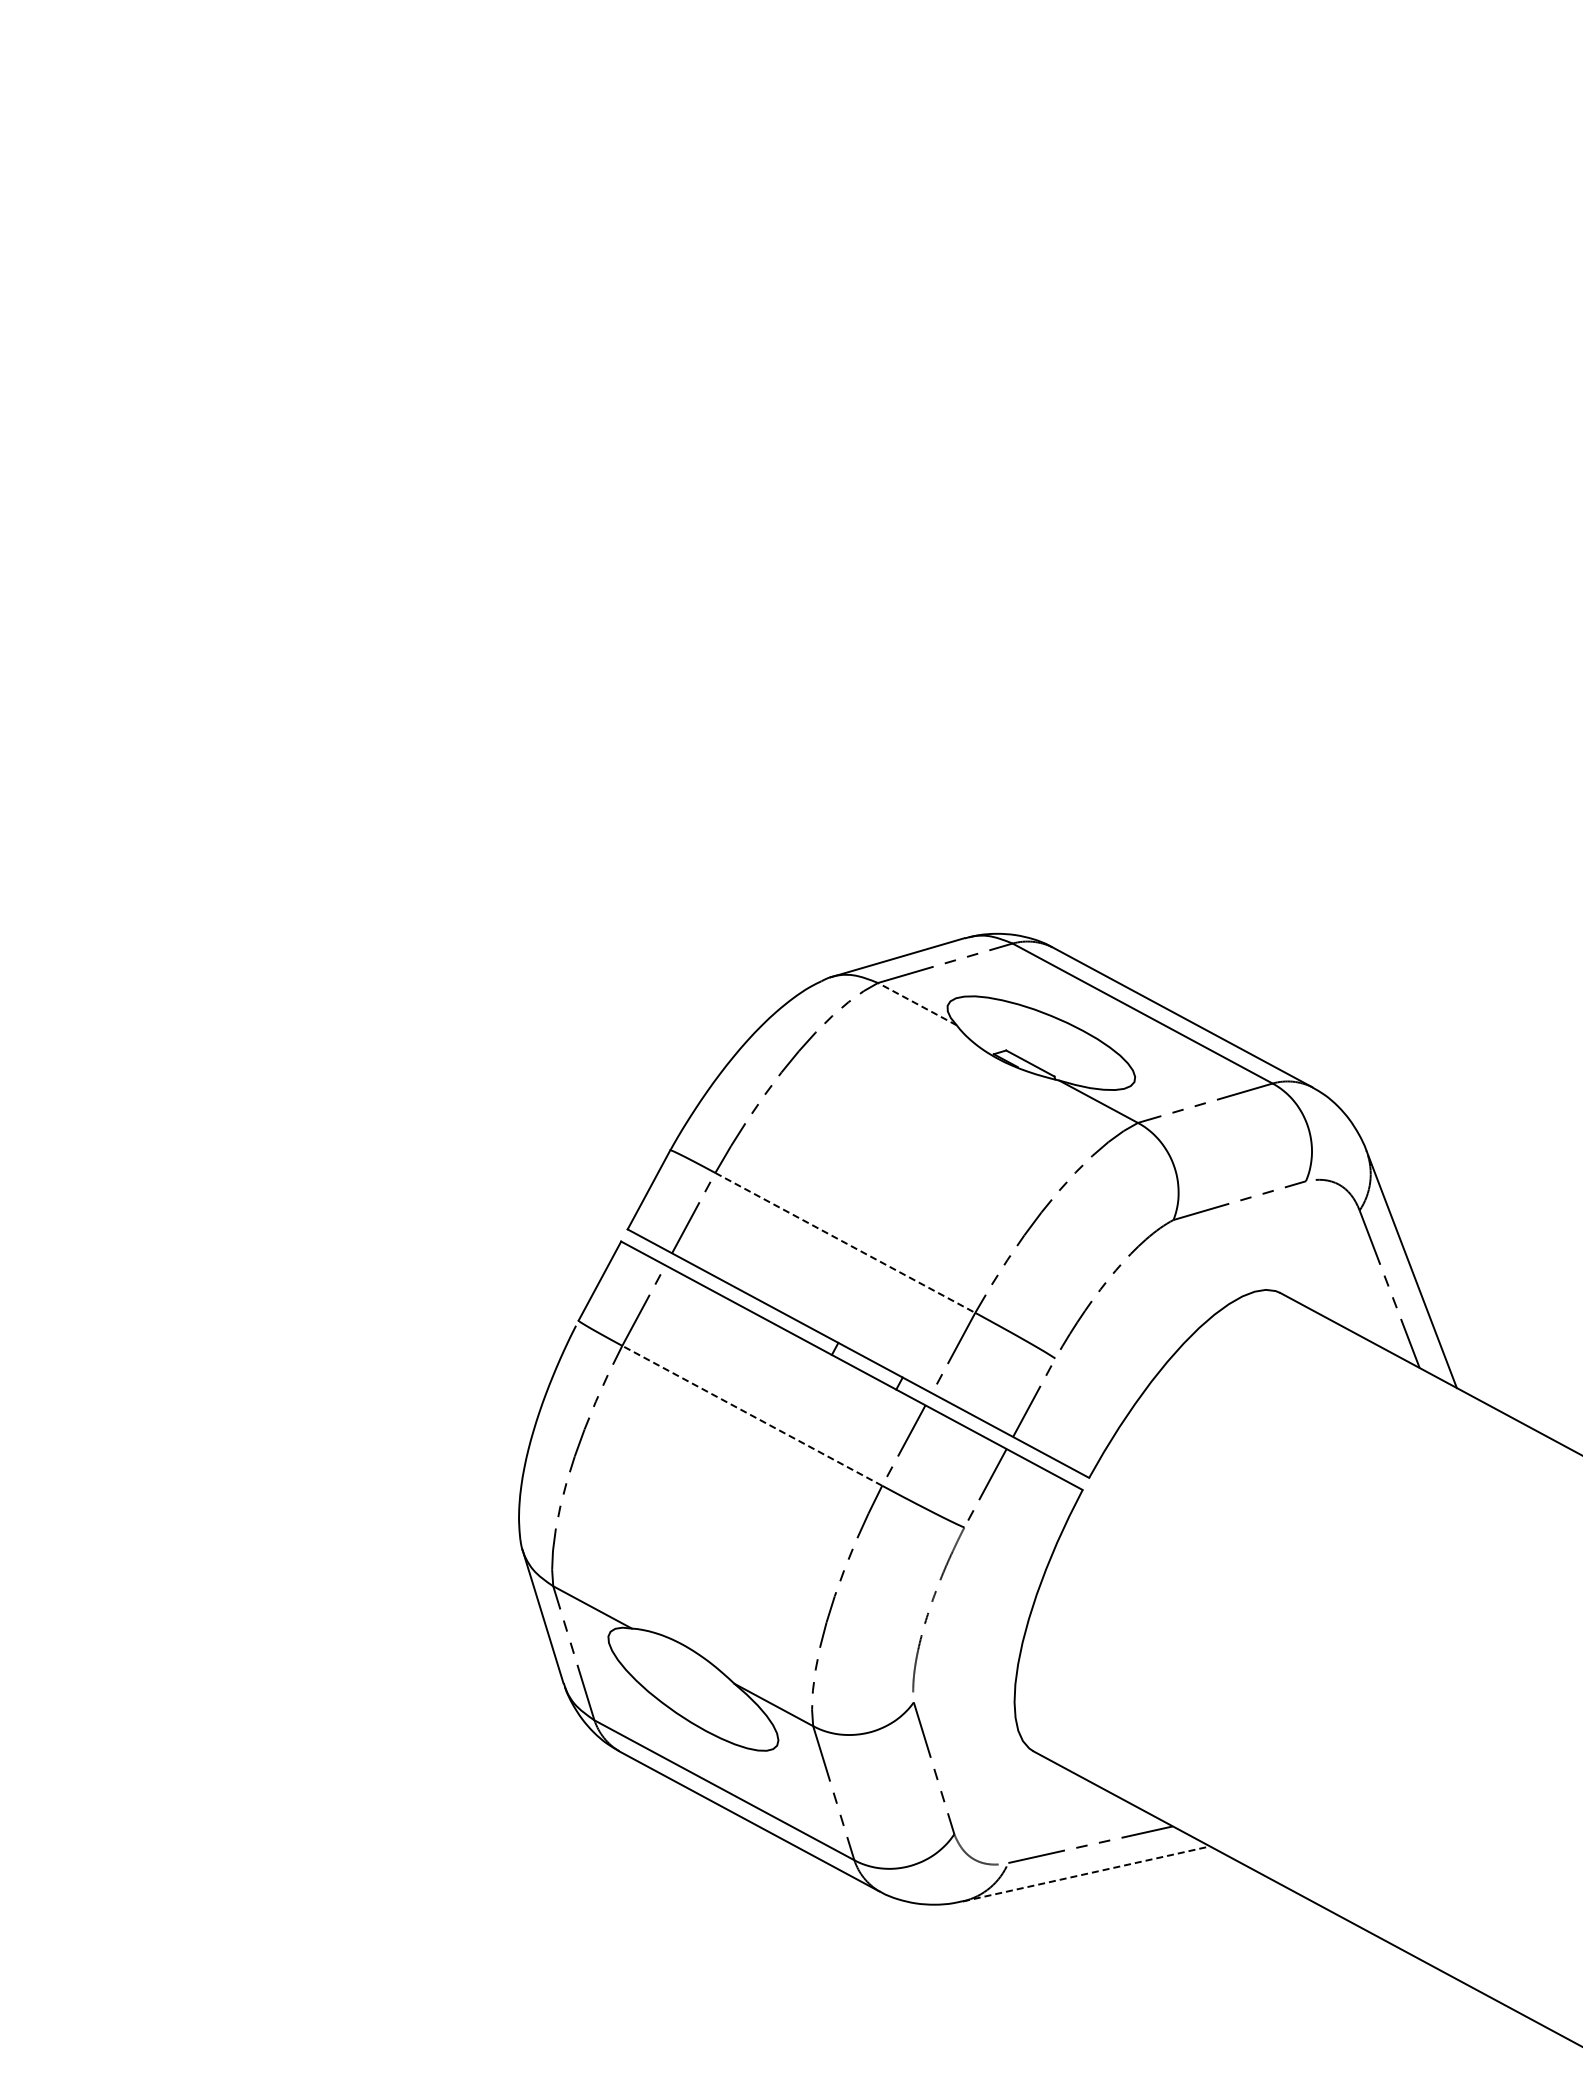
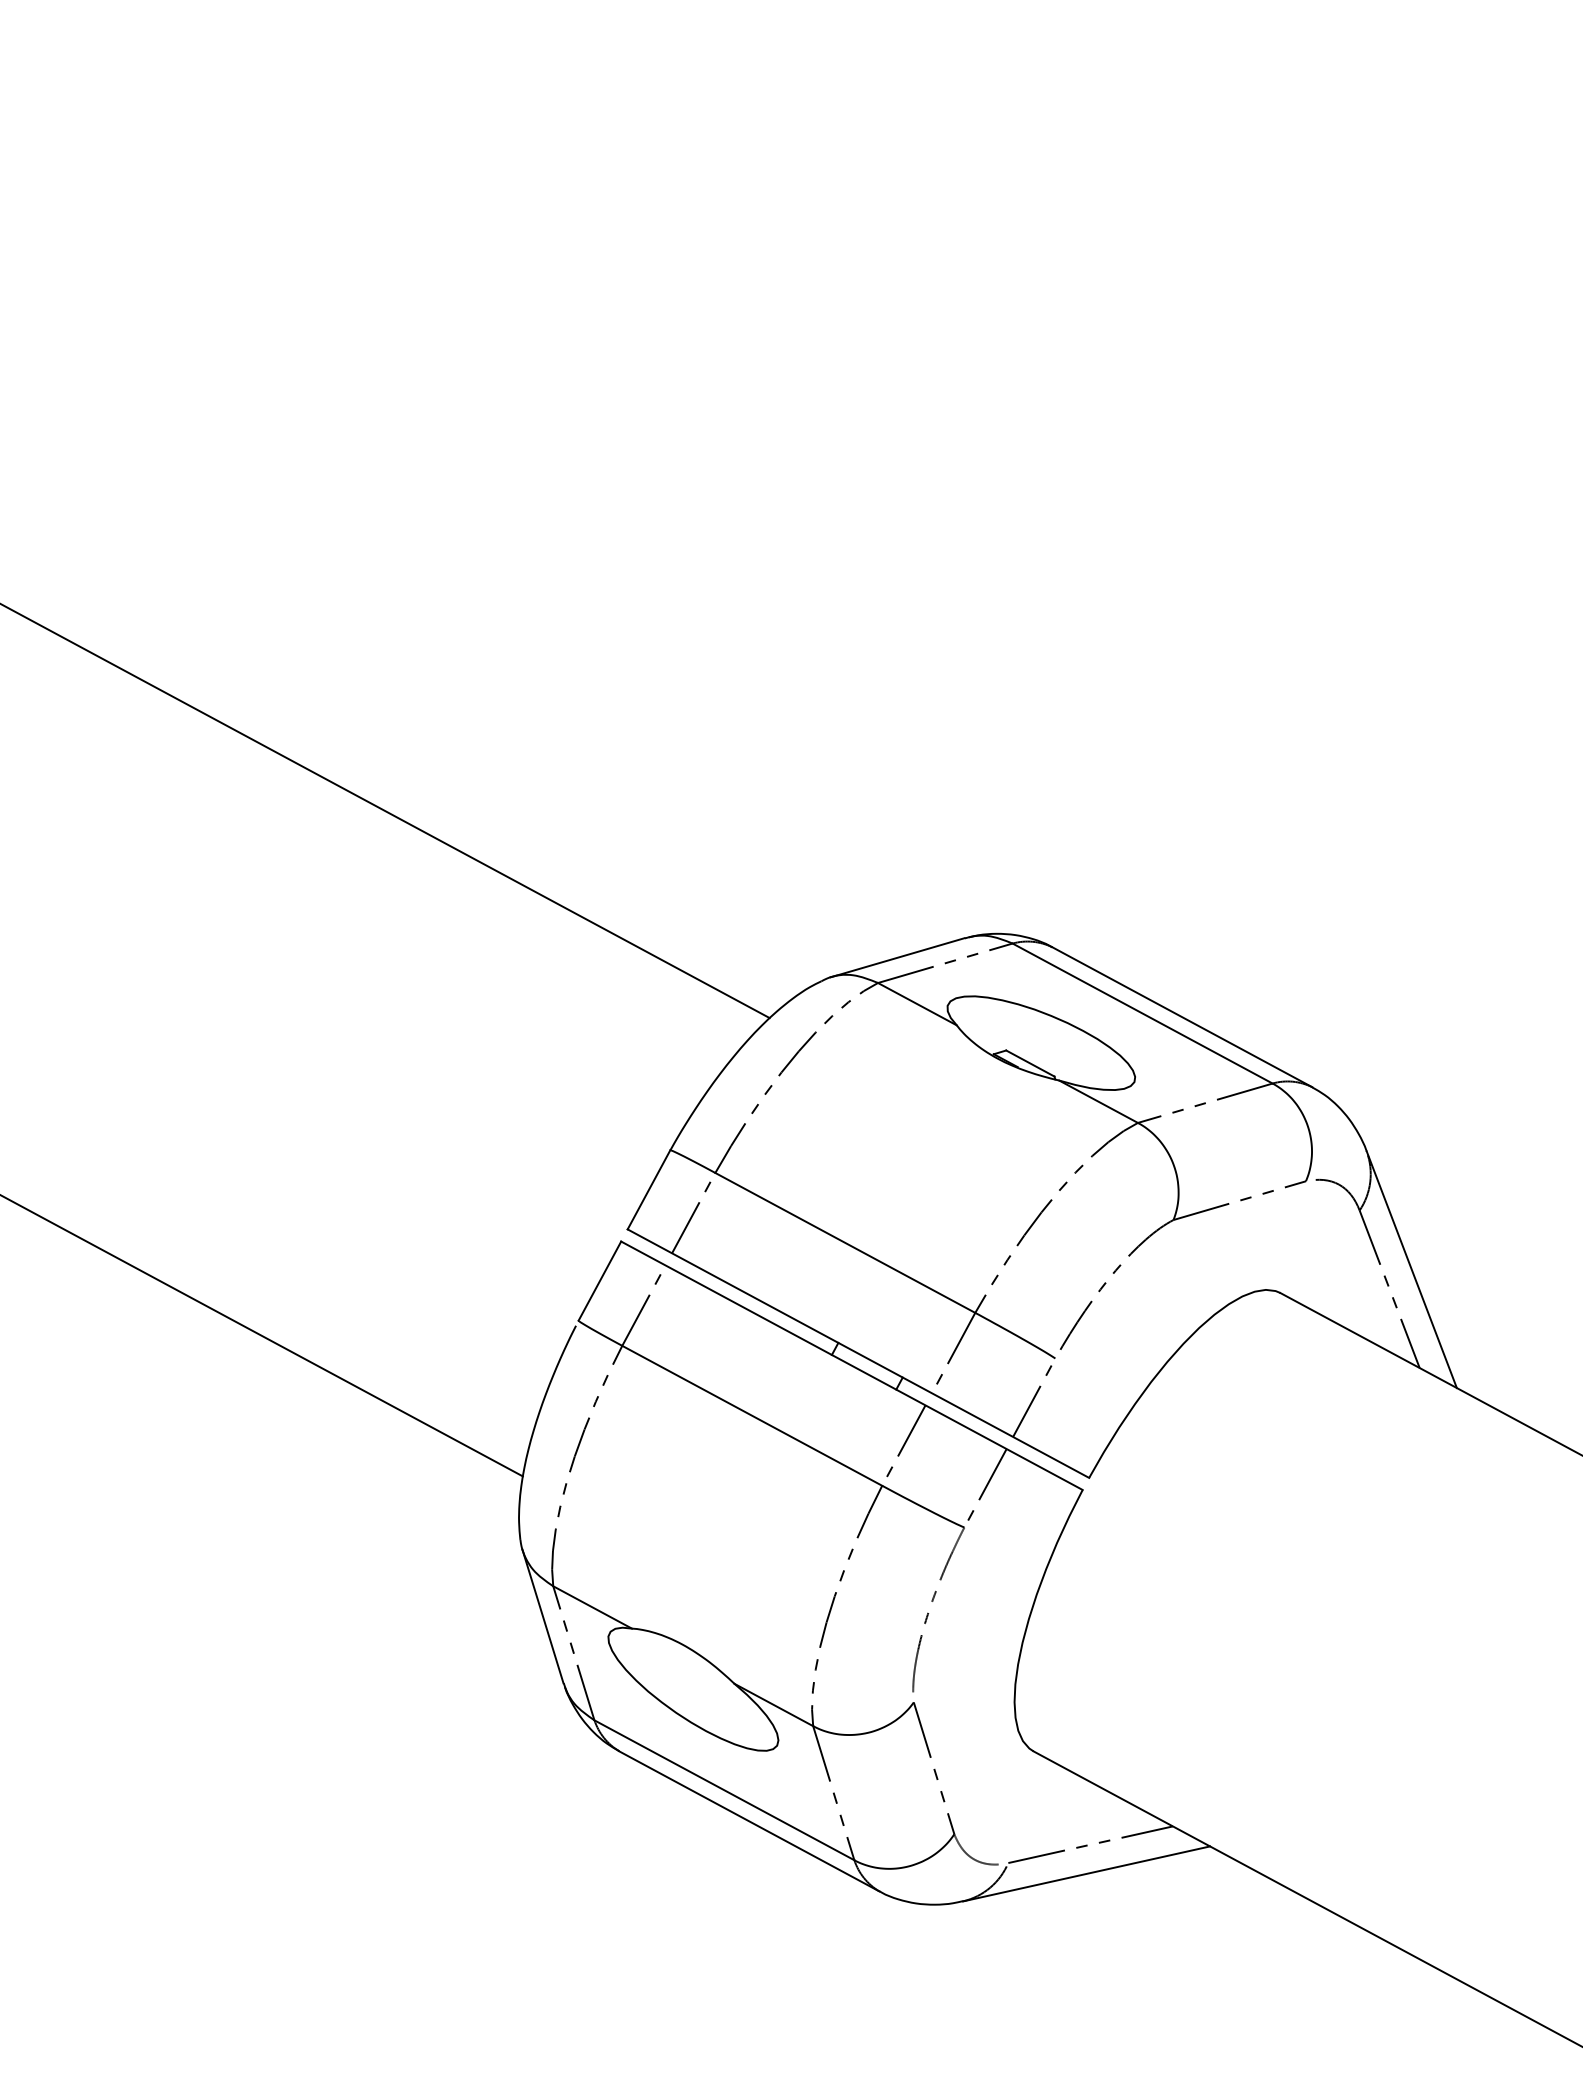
line at (385, 811): none -> present
line at (917, 1004): dashed -> solid
line at (845, 1242): dashed -> solid
line at (262, 1336): none -> present
line at (752, 1415): dashed -> solid
line at (1086, 1873): dashed -> solid
